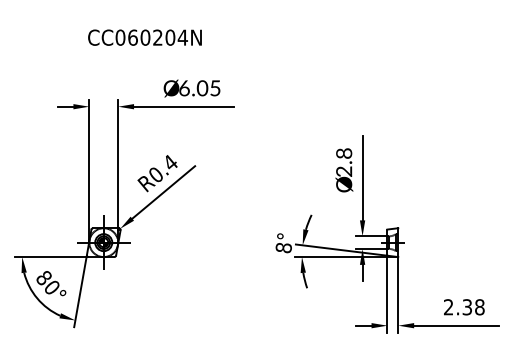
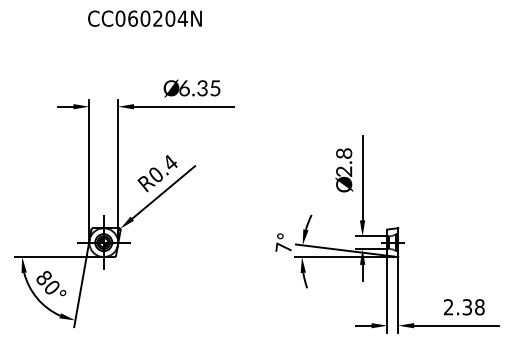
text at (144, 37) position: (144, 37) -> (144, 18)
text at (202, 88): 6.05 -> 6.35
text at (283, 247): 8° -> 7°
